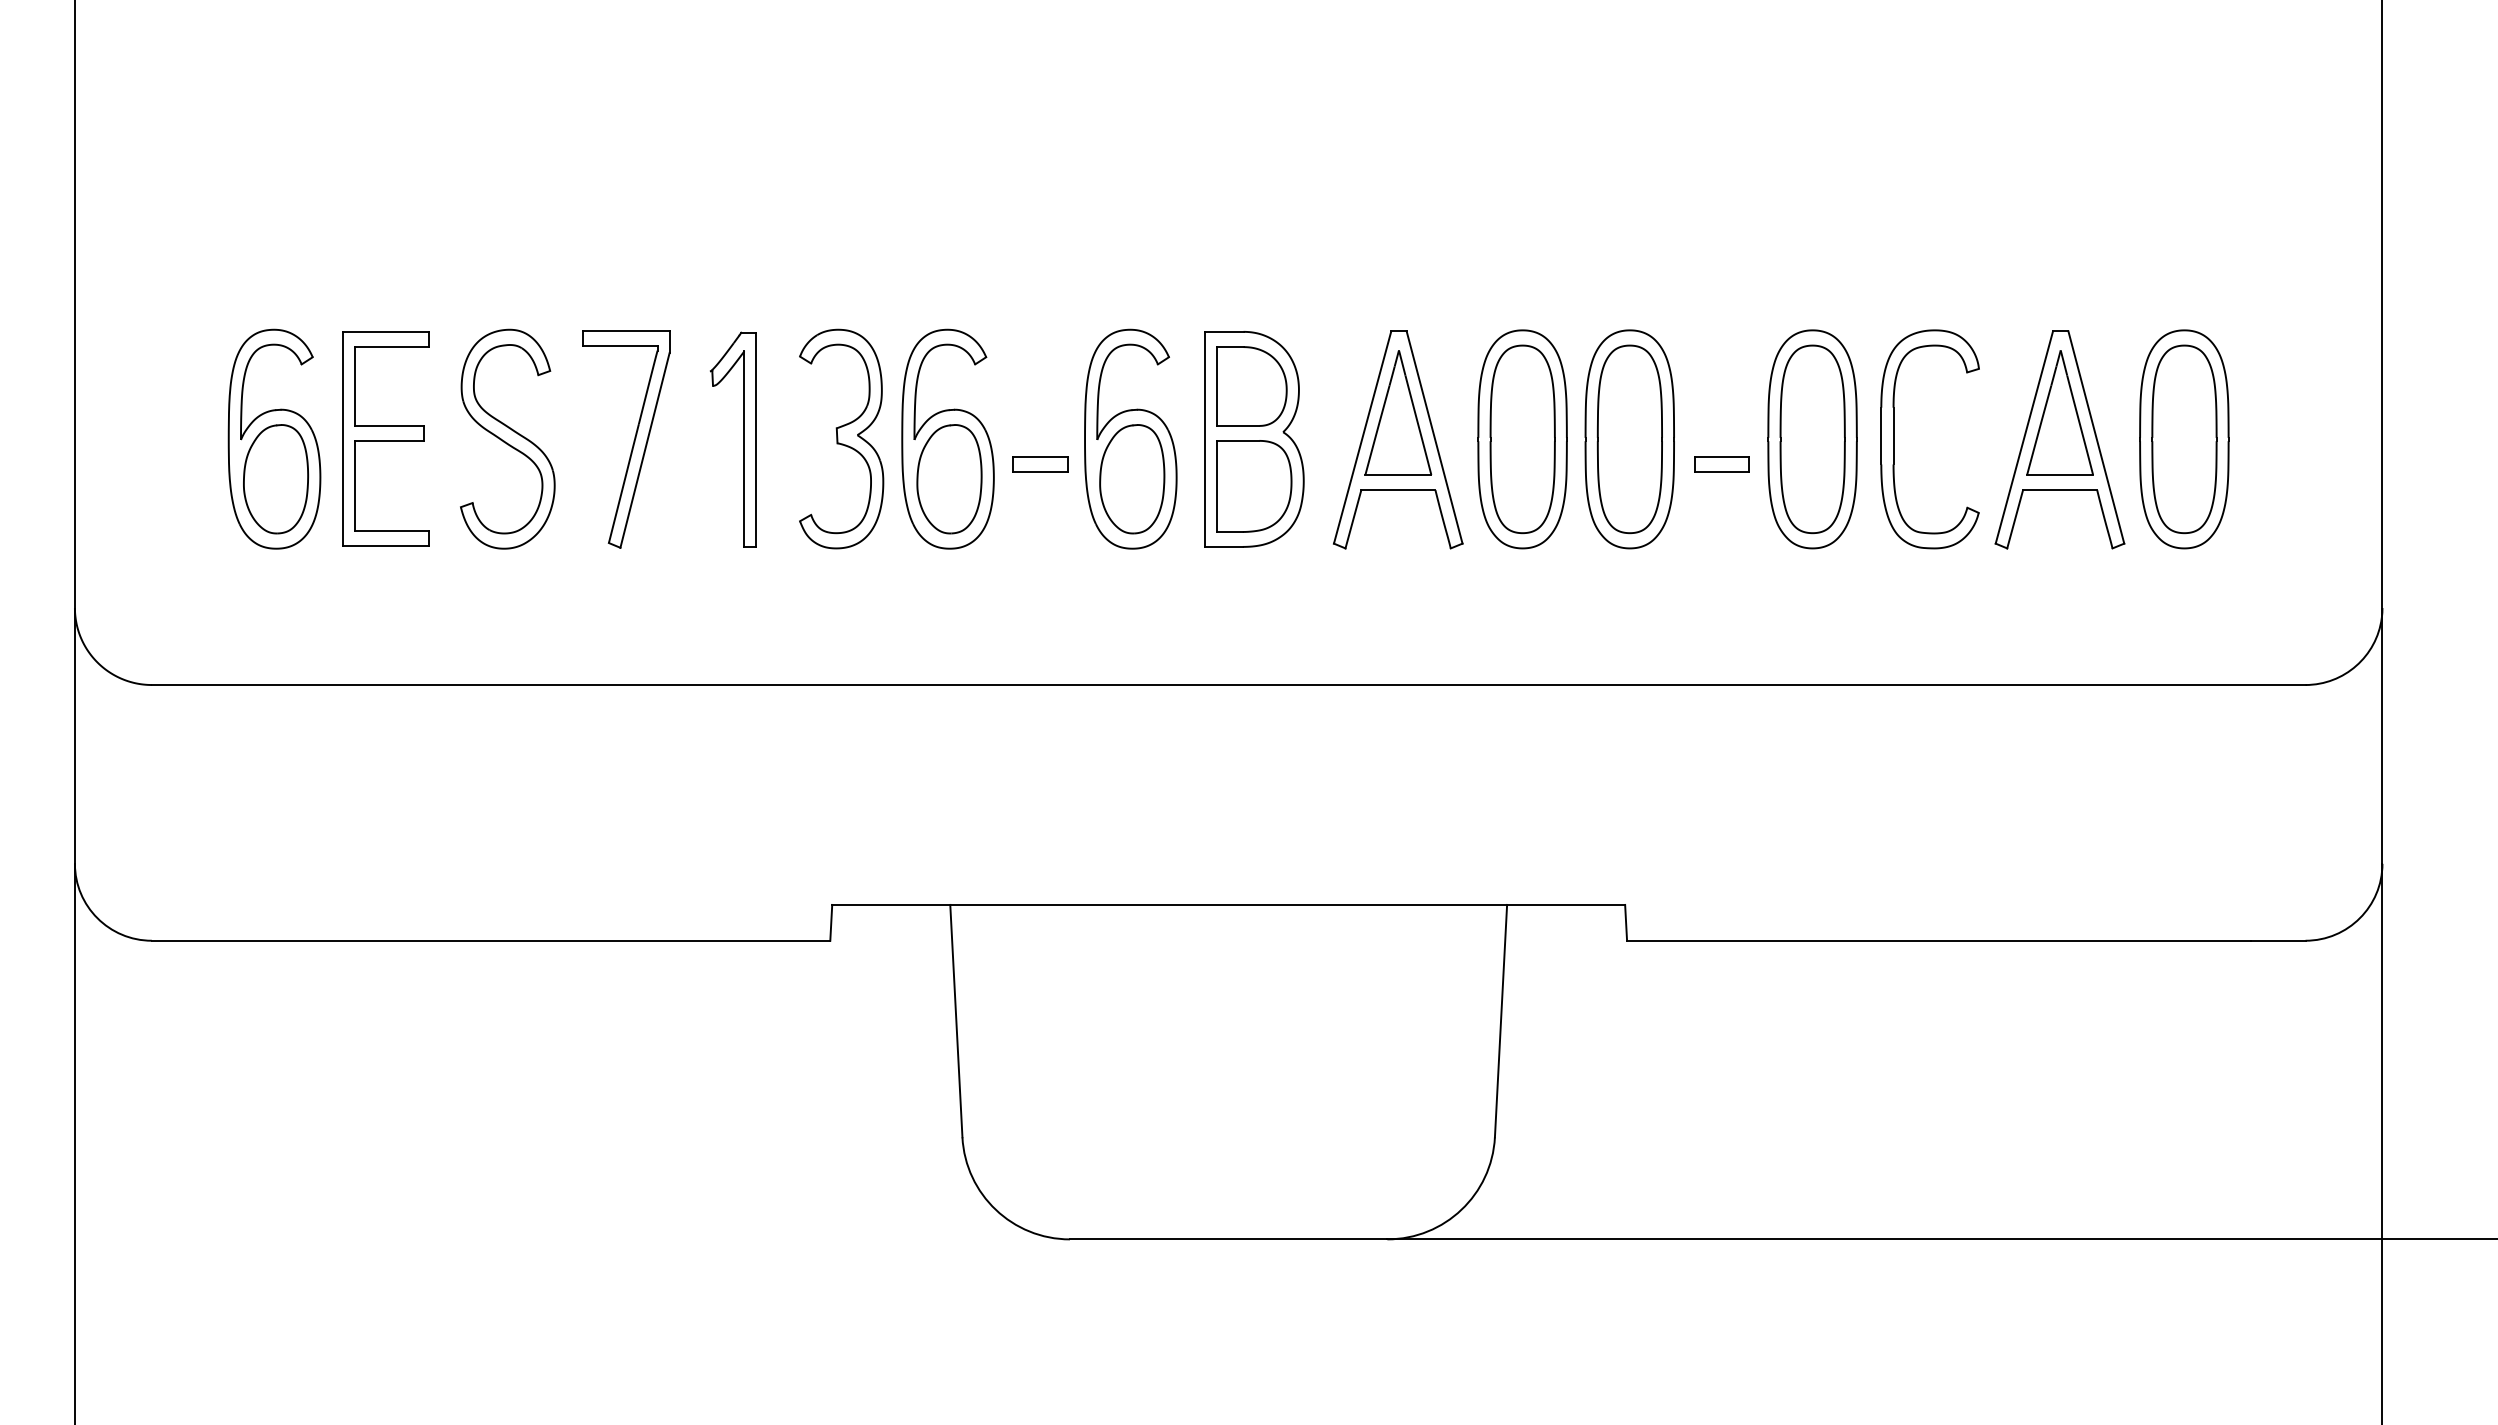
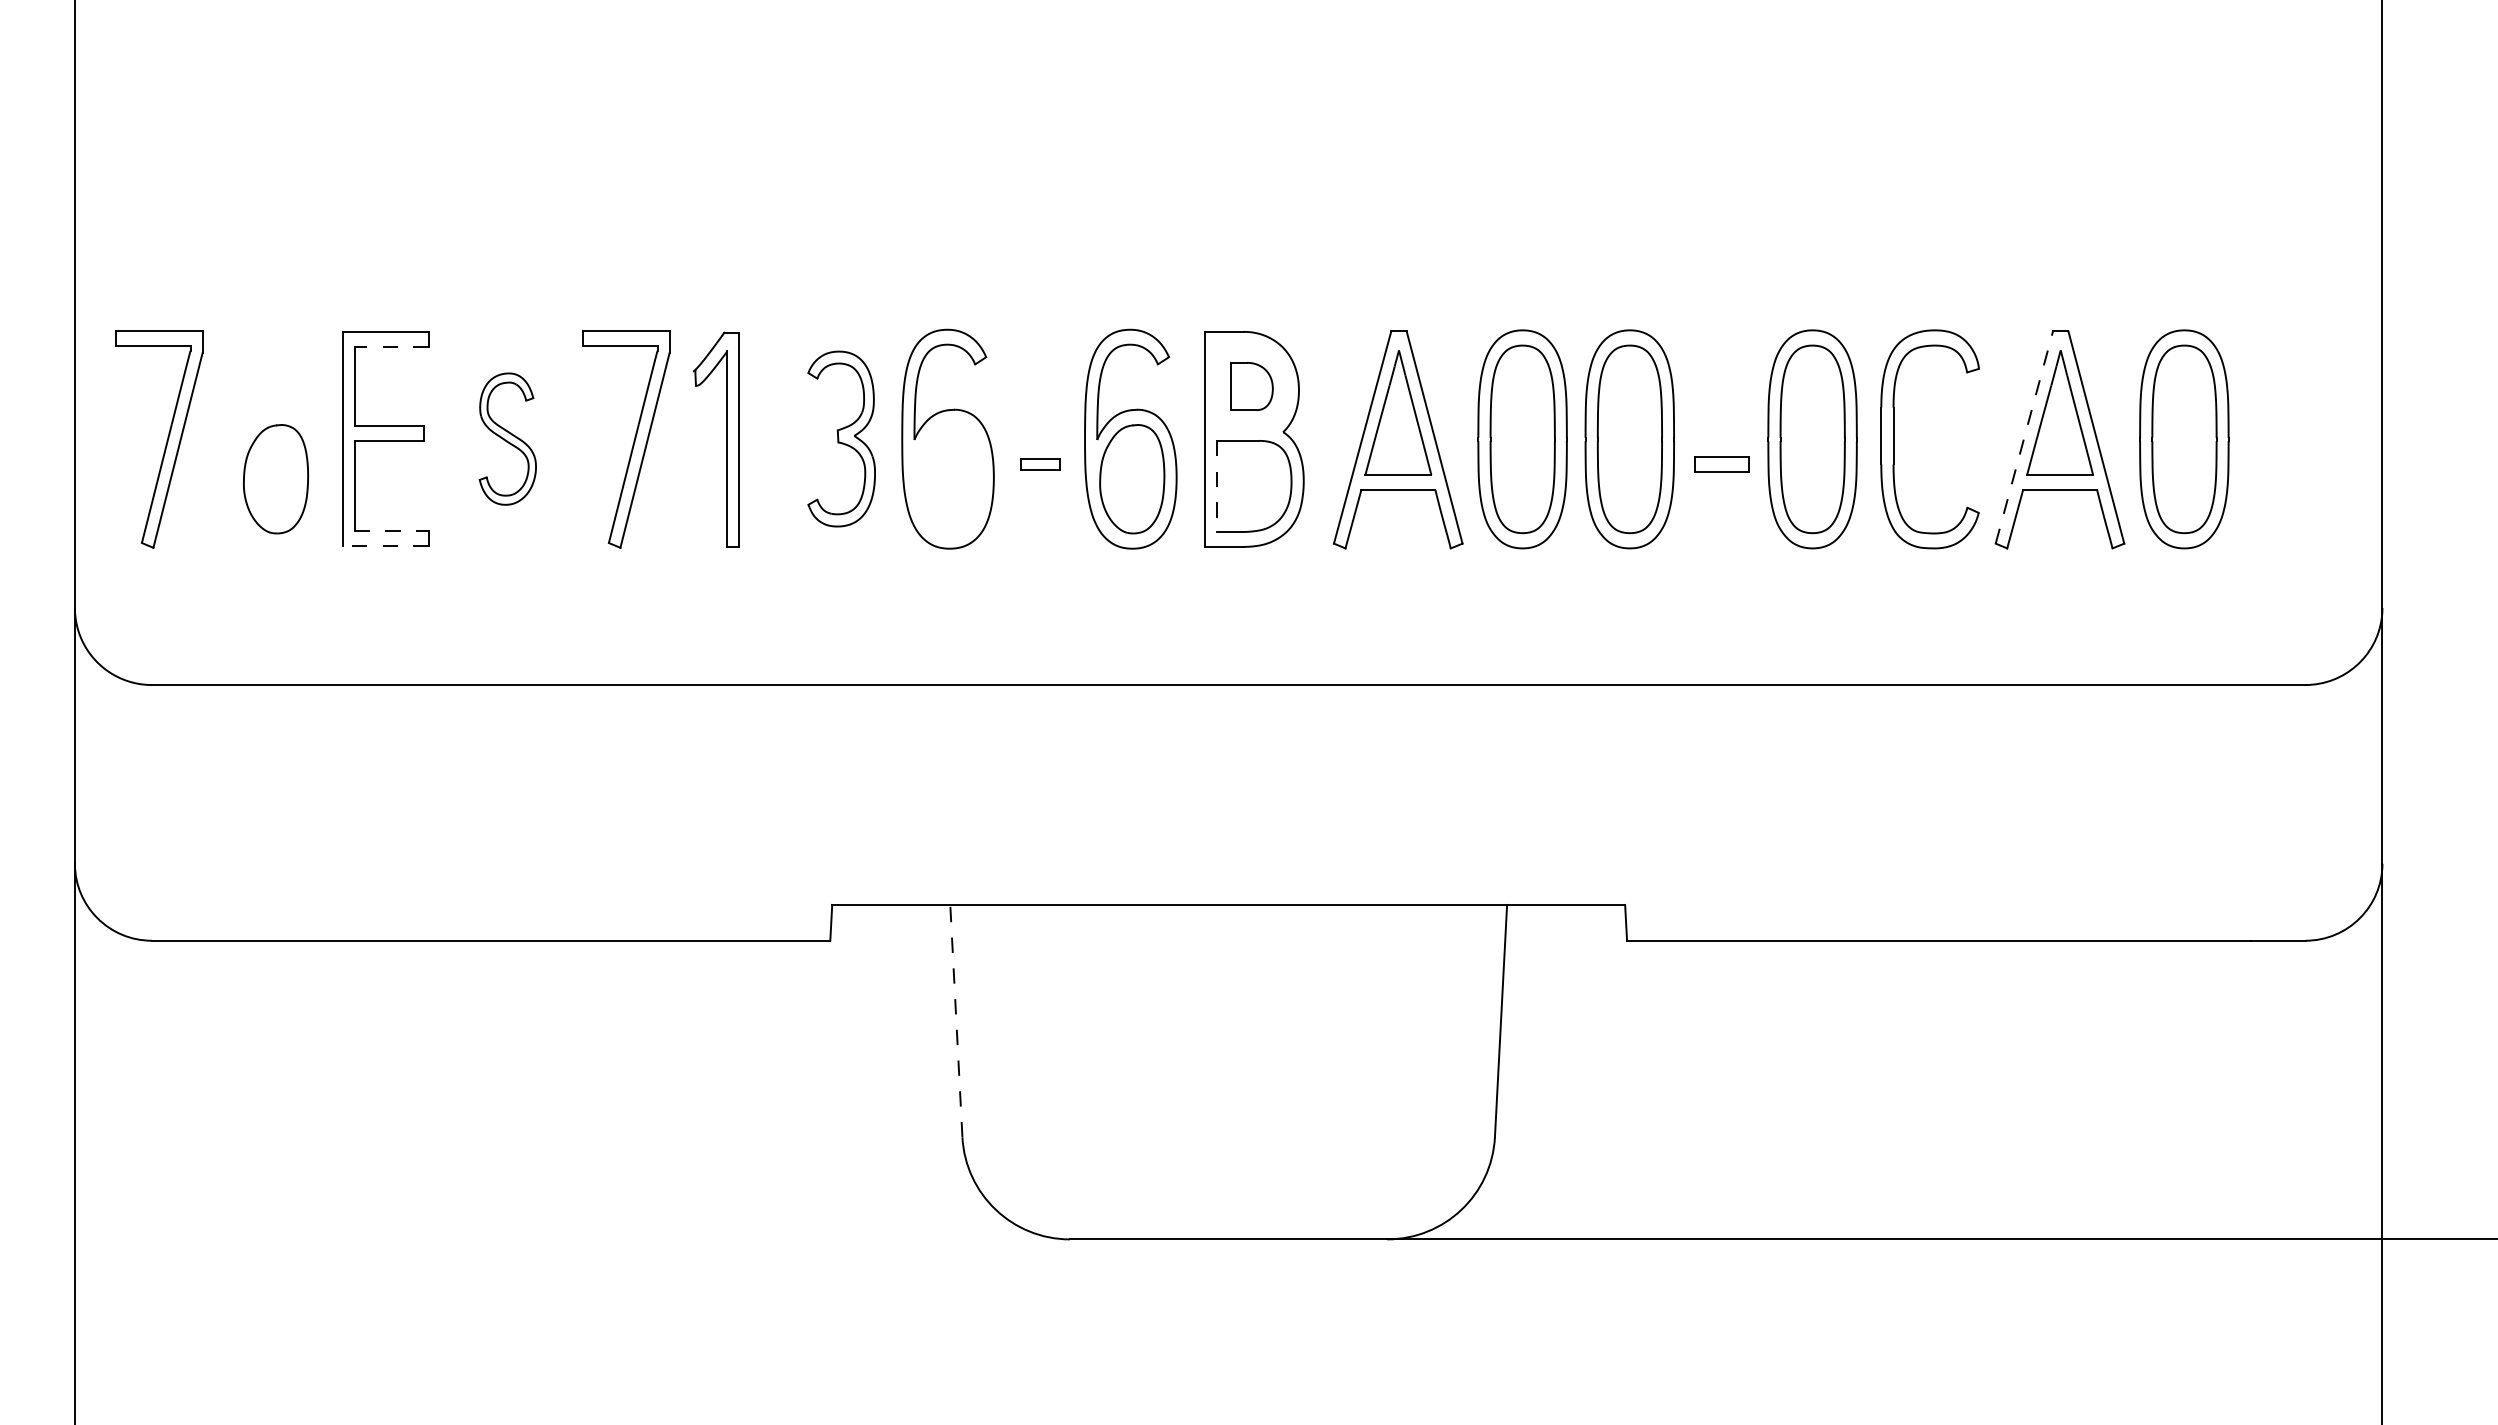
line at (391, 346): solid -> dashed
part at (1251, 386) size: 72x81 px -> 44x49 px
line at (2024, 437): solid -> dashed
part at (274, 438): present -> none
part at (507, 438) size: 96x222 px -> 59x134 px
part at (841, 438) size: 86x222 px -> 69x178 px
part at (743, 439) position: (743, 439) -> (726, 439)
part at (166, 440): none -> present
part at (1040, 464) size: 57x17 px -> 41x13 px
part at (949, 479): present -> none
line at (1217, 486): solid -> dashed
line at (392, 531): solid -> dashed
line at (385, 546): solid -> dashed
line at (956, 1020): solid -> dashed
